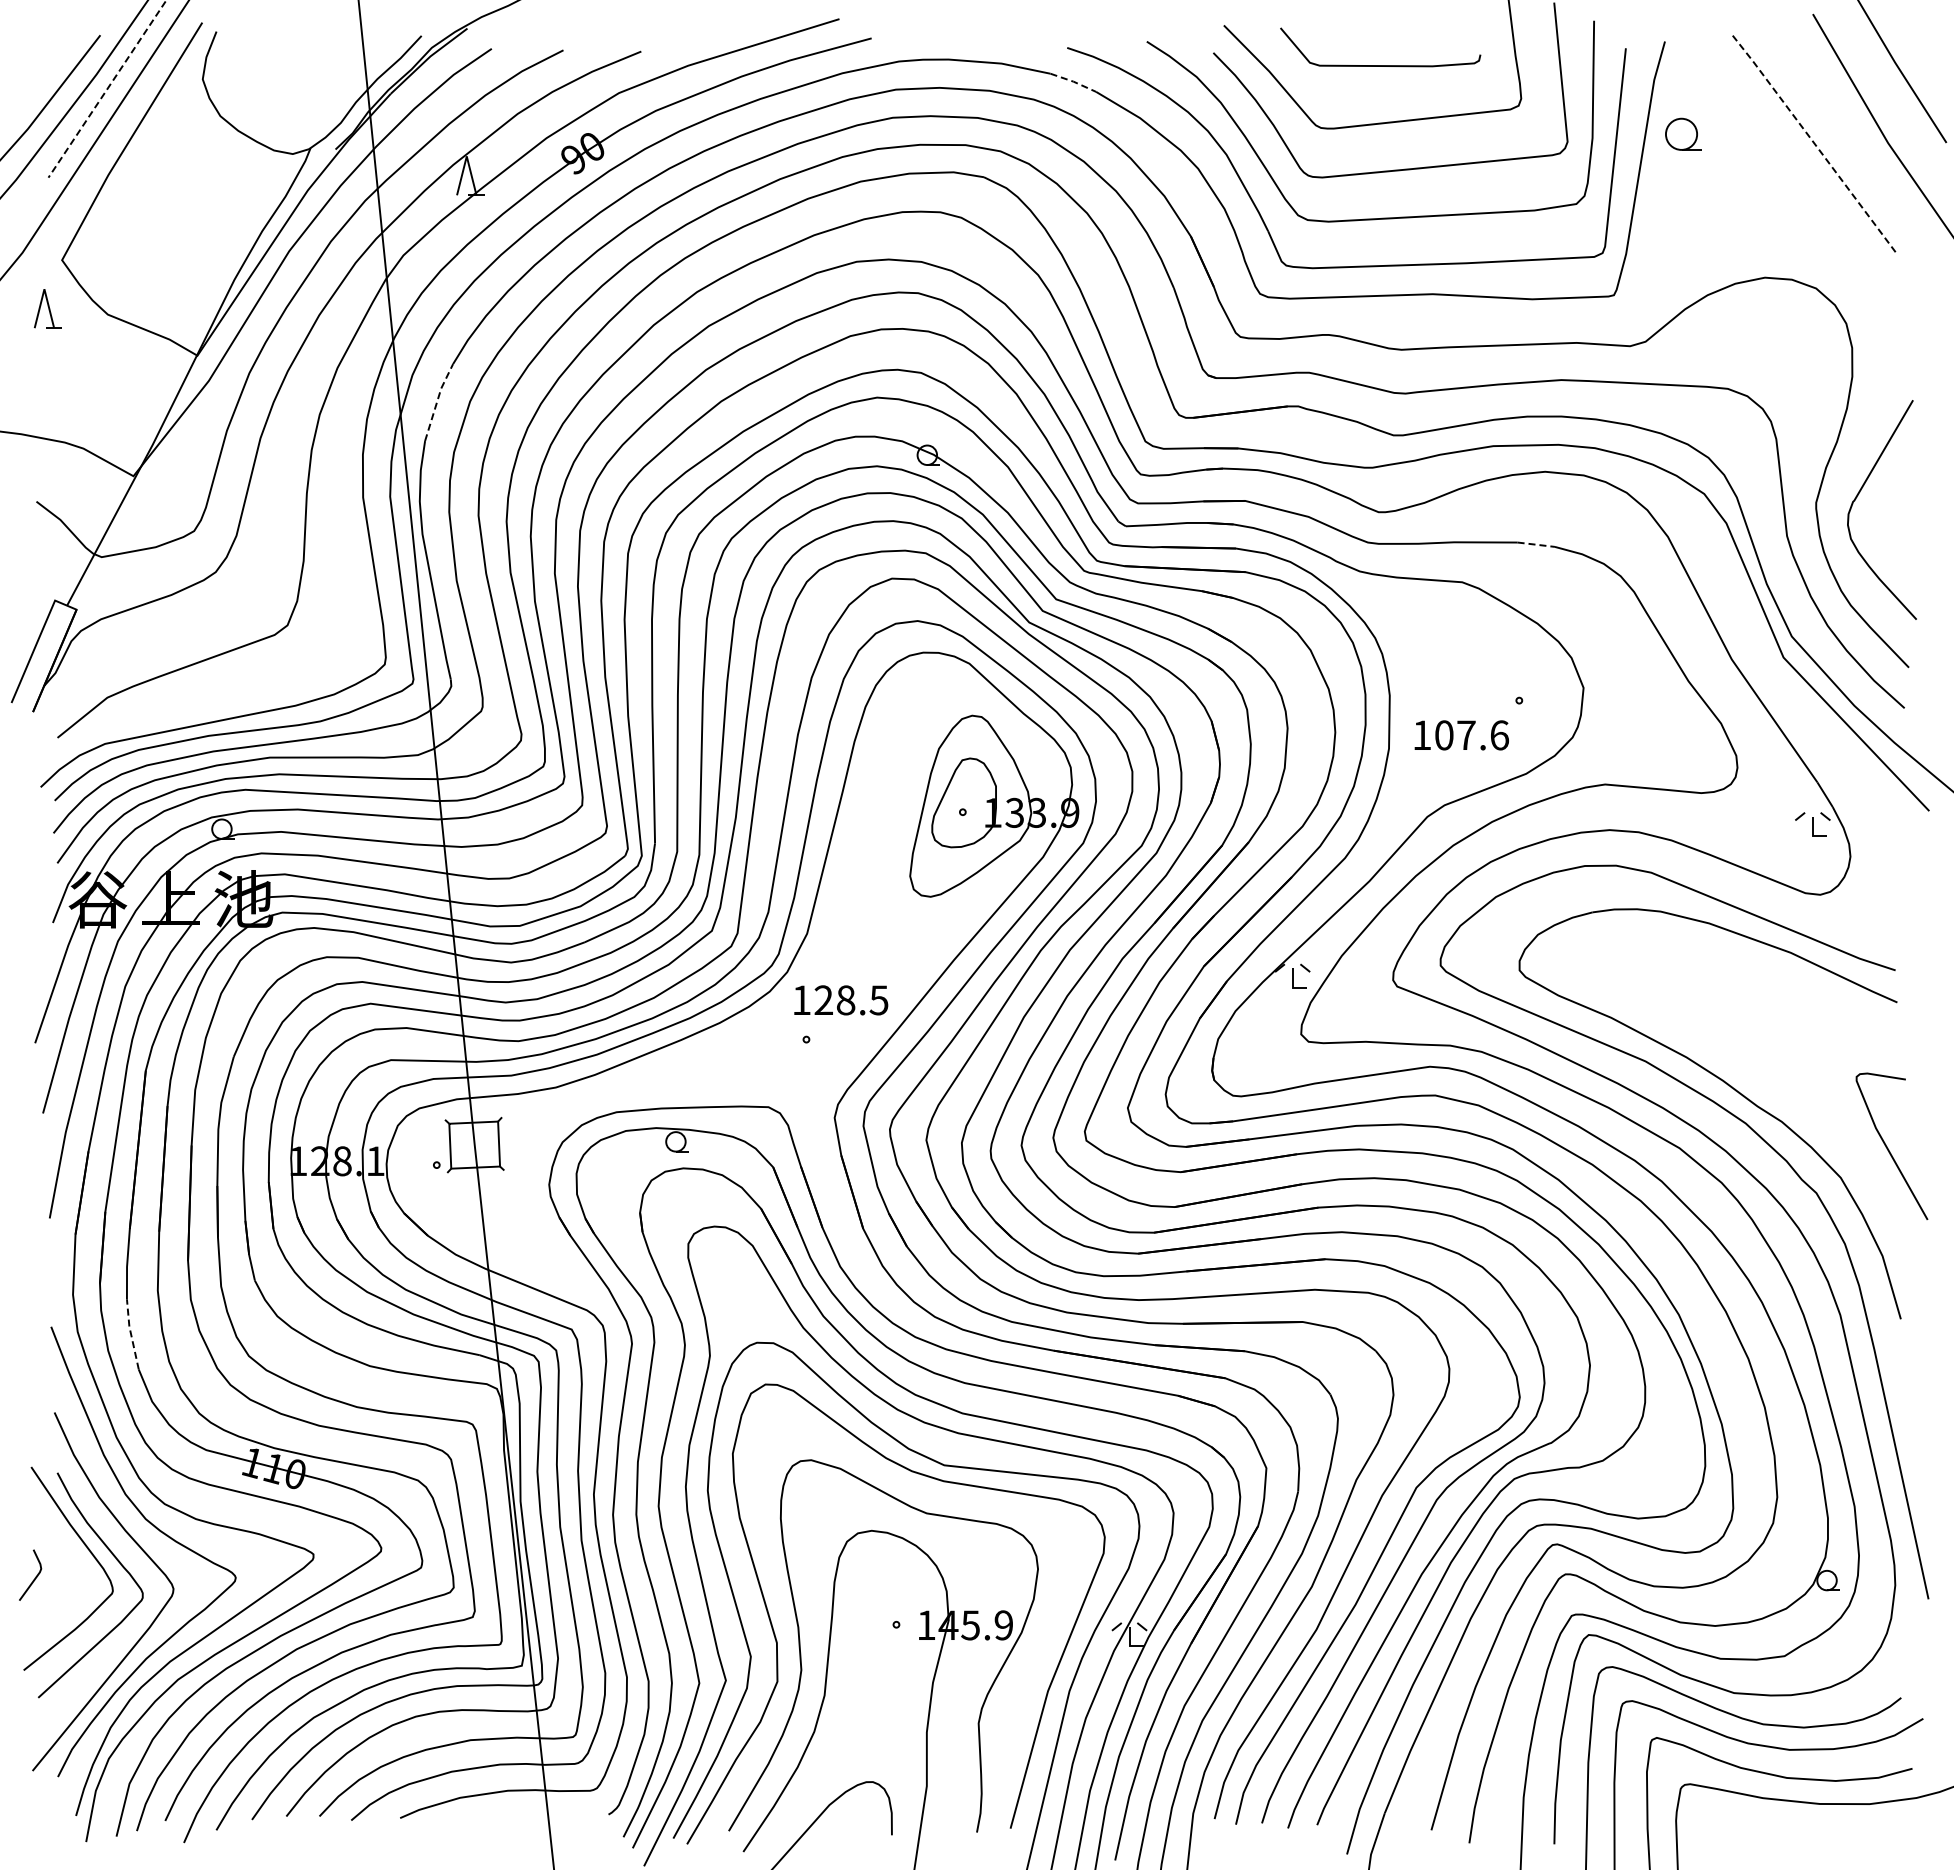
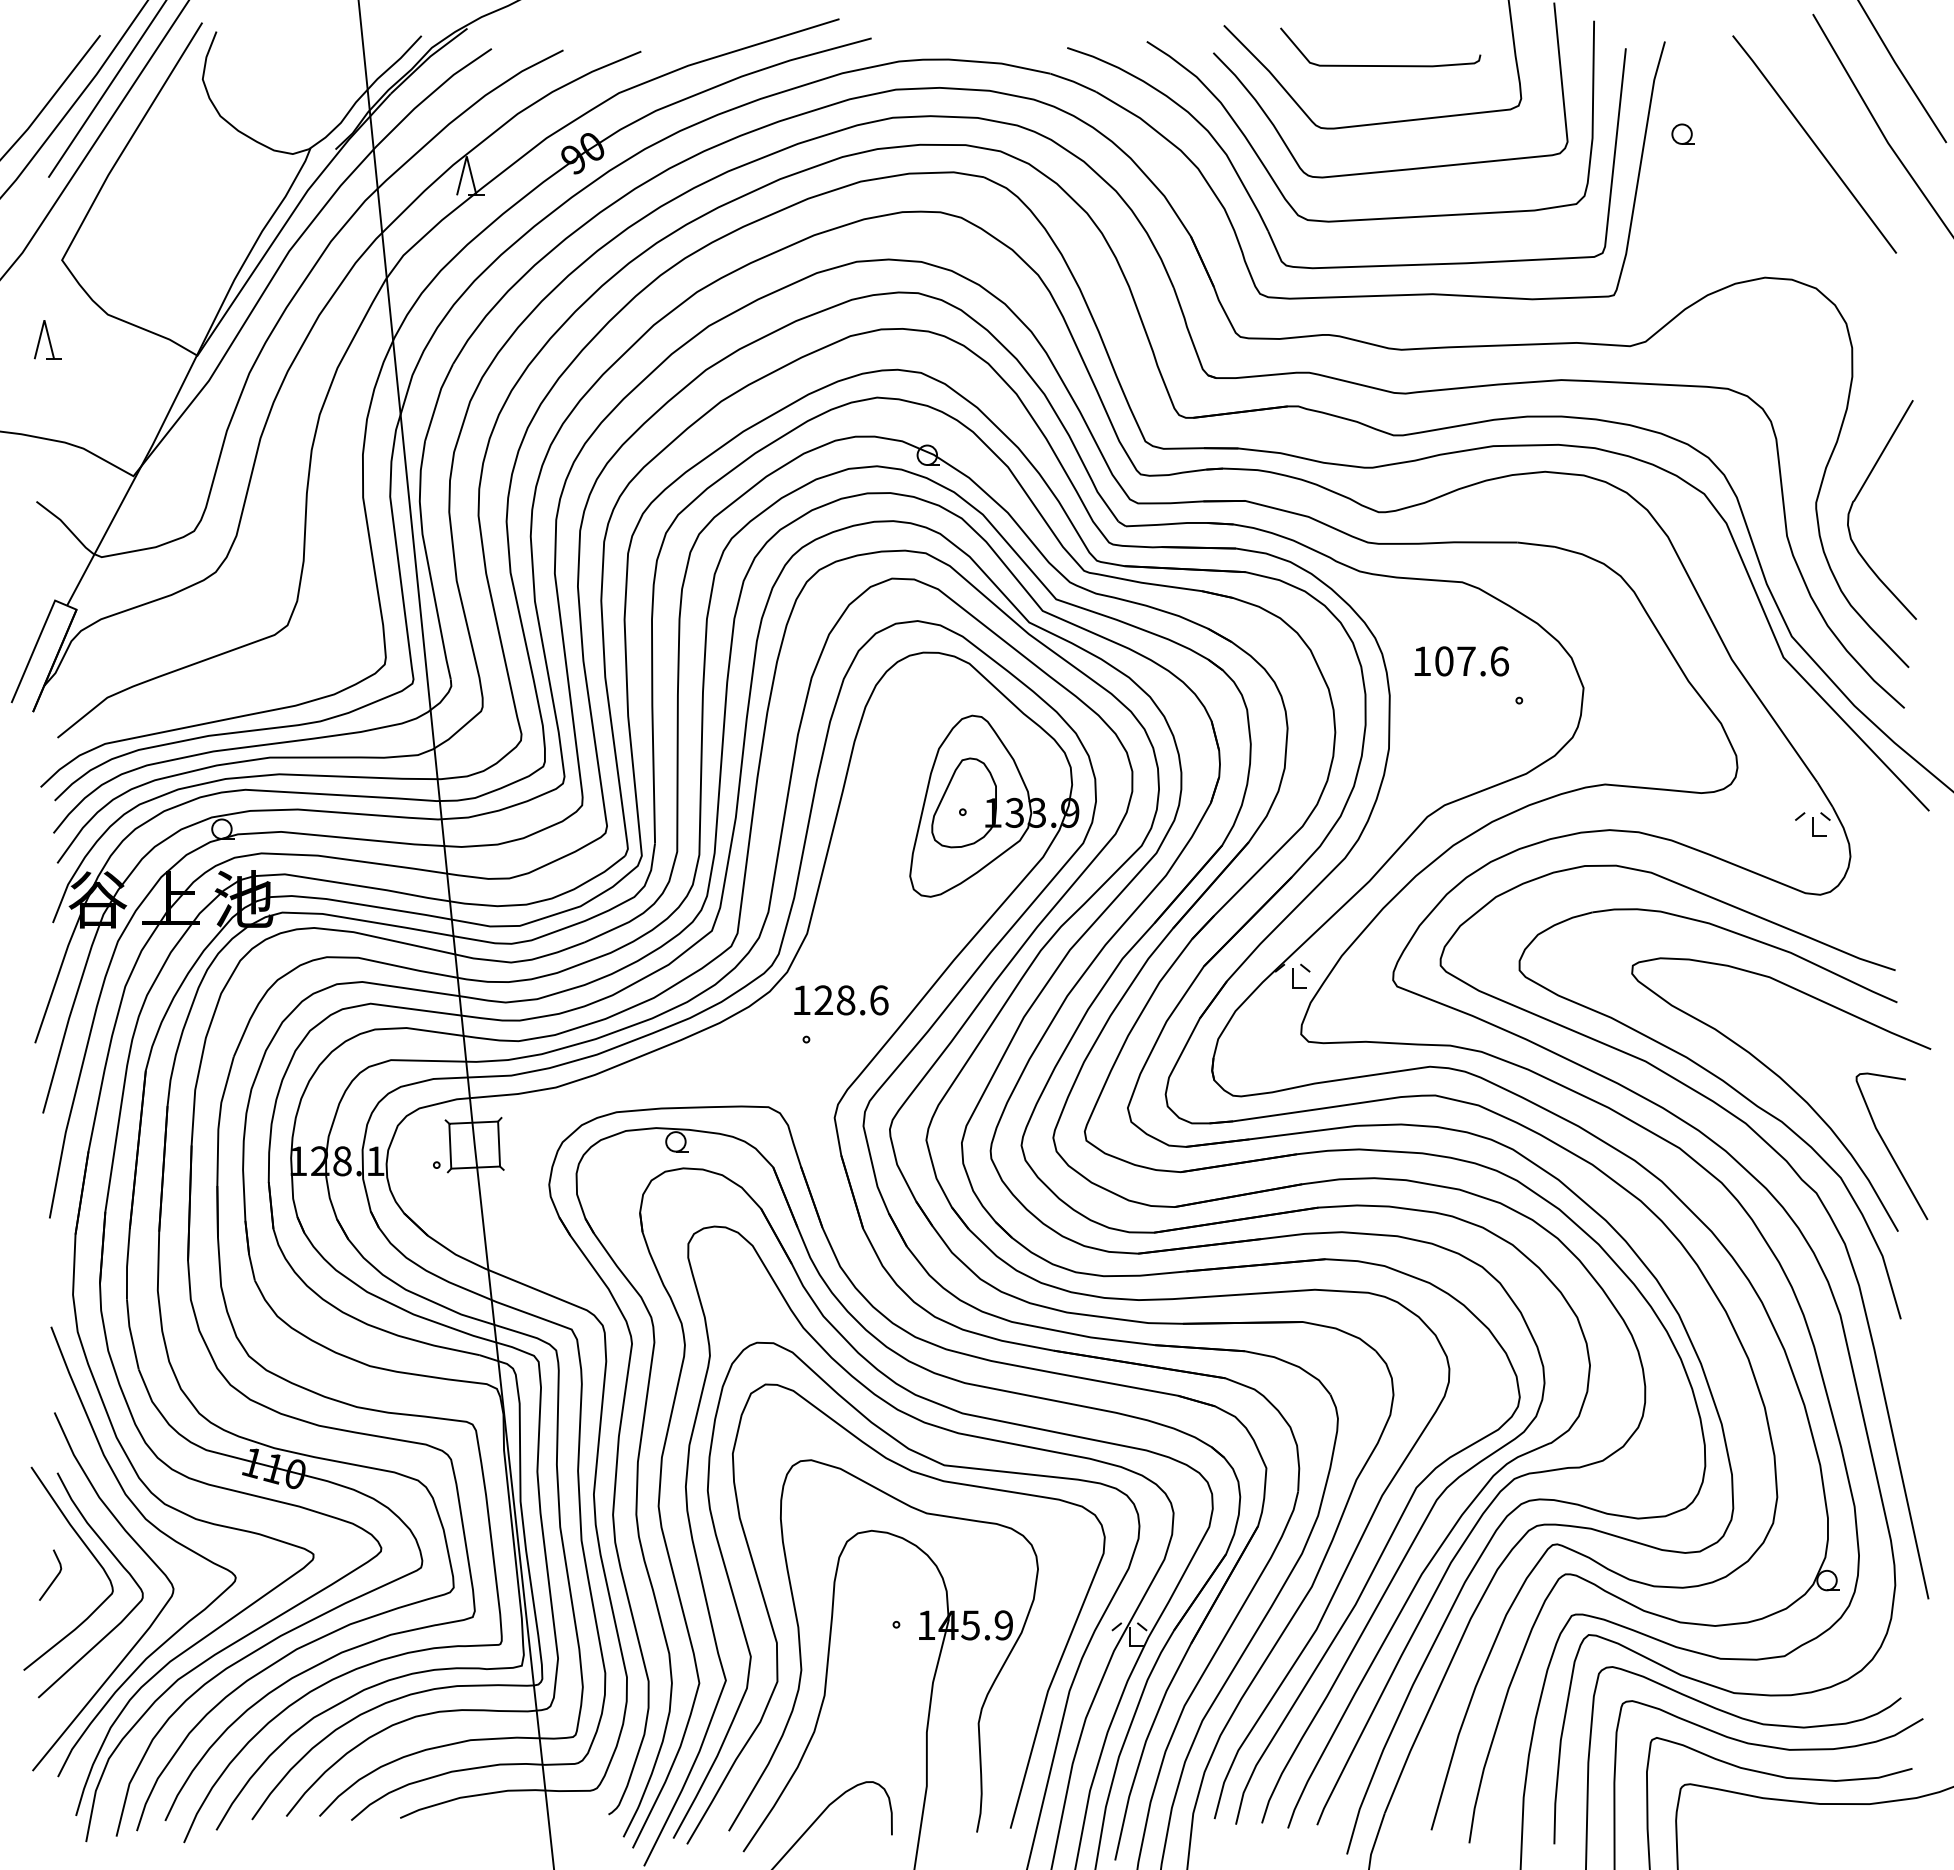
line at (1073, 81): dashed -> solid
line at (107, 89): dashed -> solid
part at (1683, 133) size: 37x34 px -> 24x22 px
line at (1814, 144): dashed -> solid
part at (47, 308) position: (47, 308) -> (47, 339)
line at (437, 401): dashed -> solid
line at (1536, 544): dashed -> solid
text at (1461, 735) position: (1461, 735) -> (1461, 661)
text at (878, 1000): 128.5 -> 128.6
curve at (1788, 1086): none -> present
line at (131, 1334): dashed -> solid
line at (35, 1576) position: (35, 1576) -> (55, 1576)
